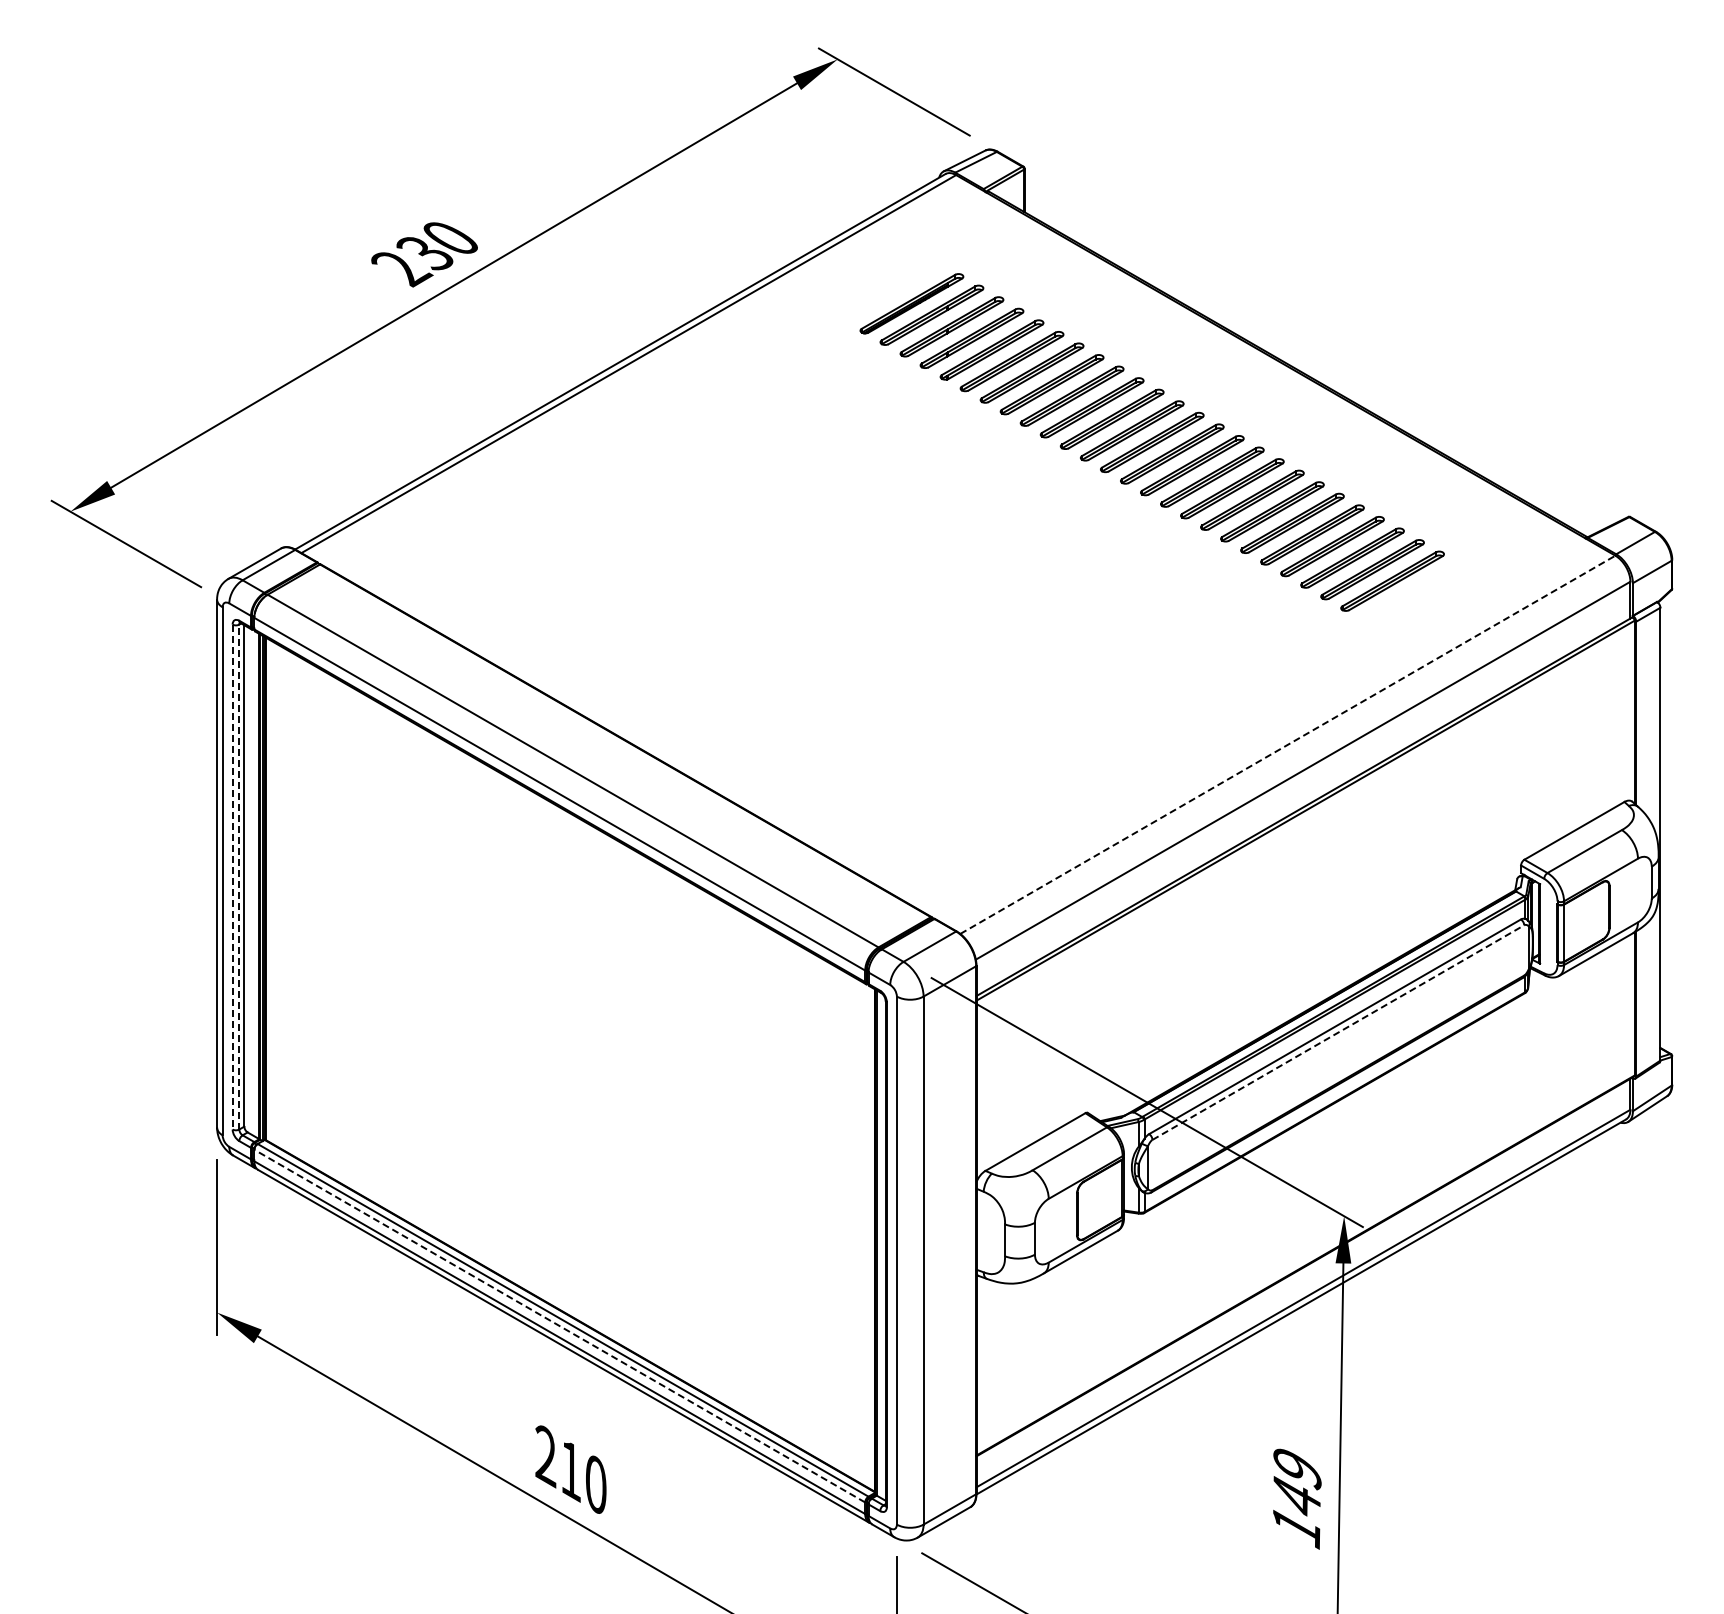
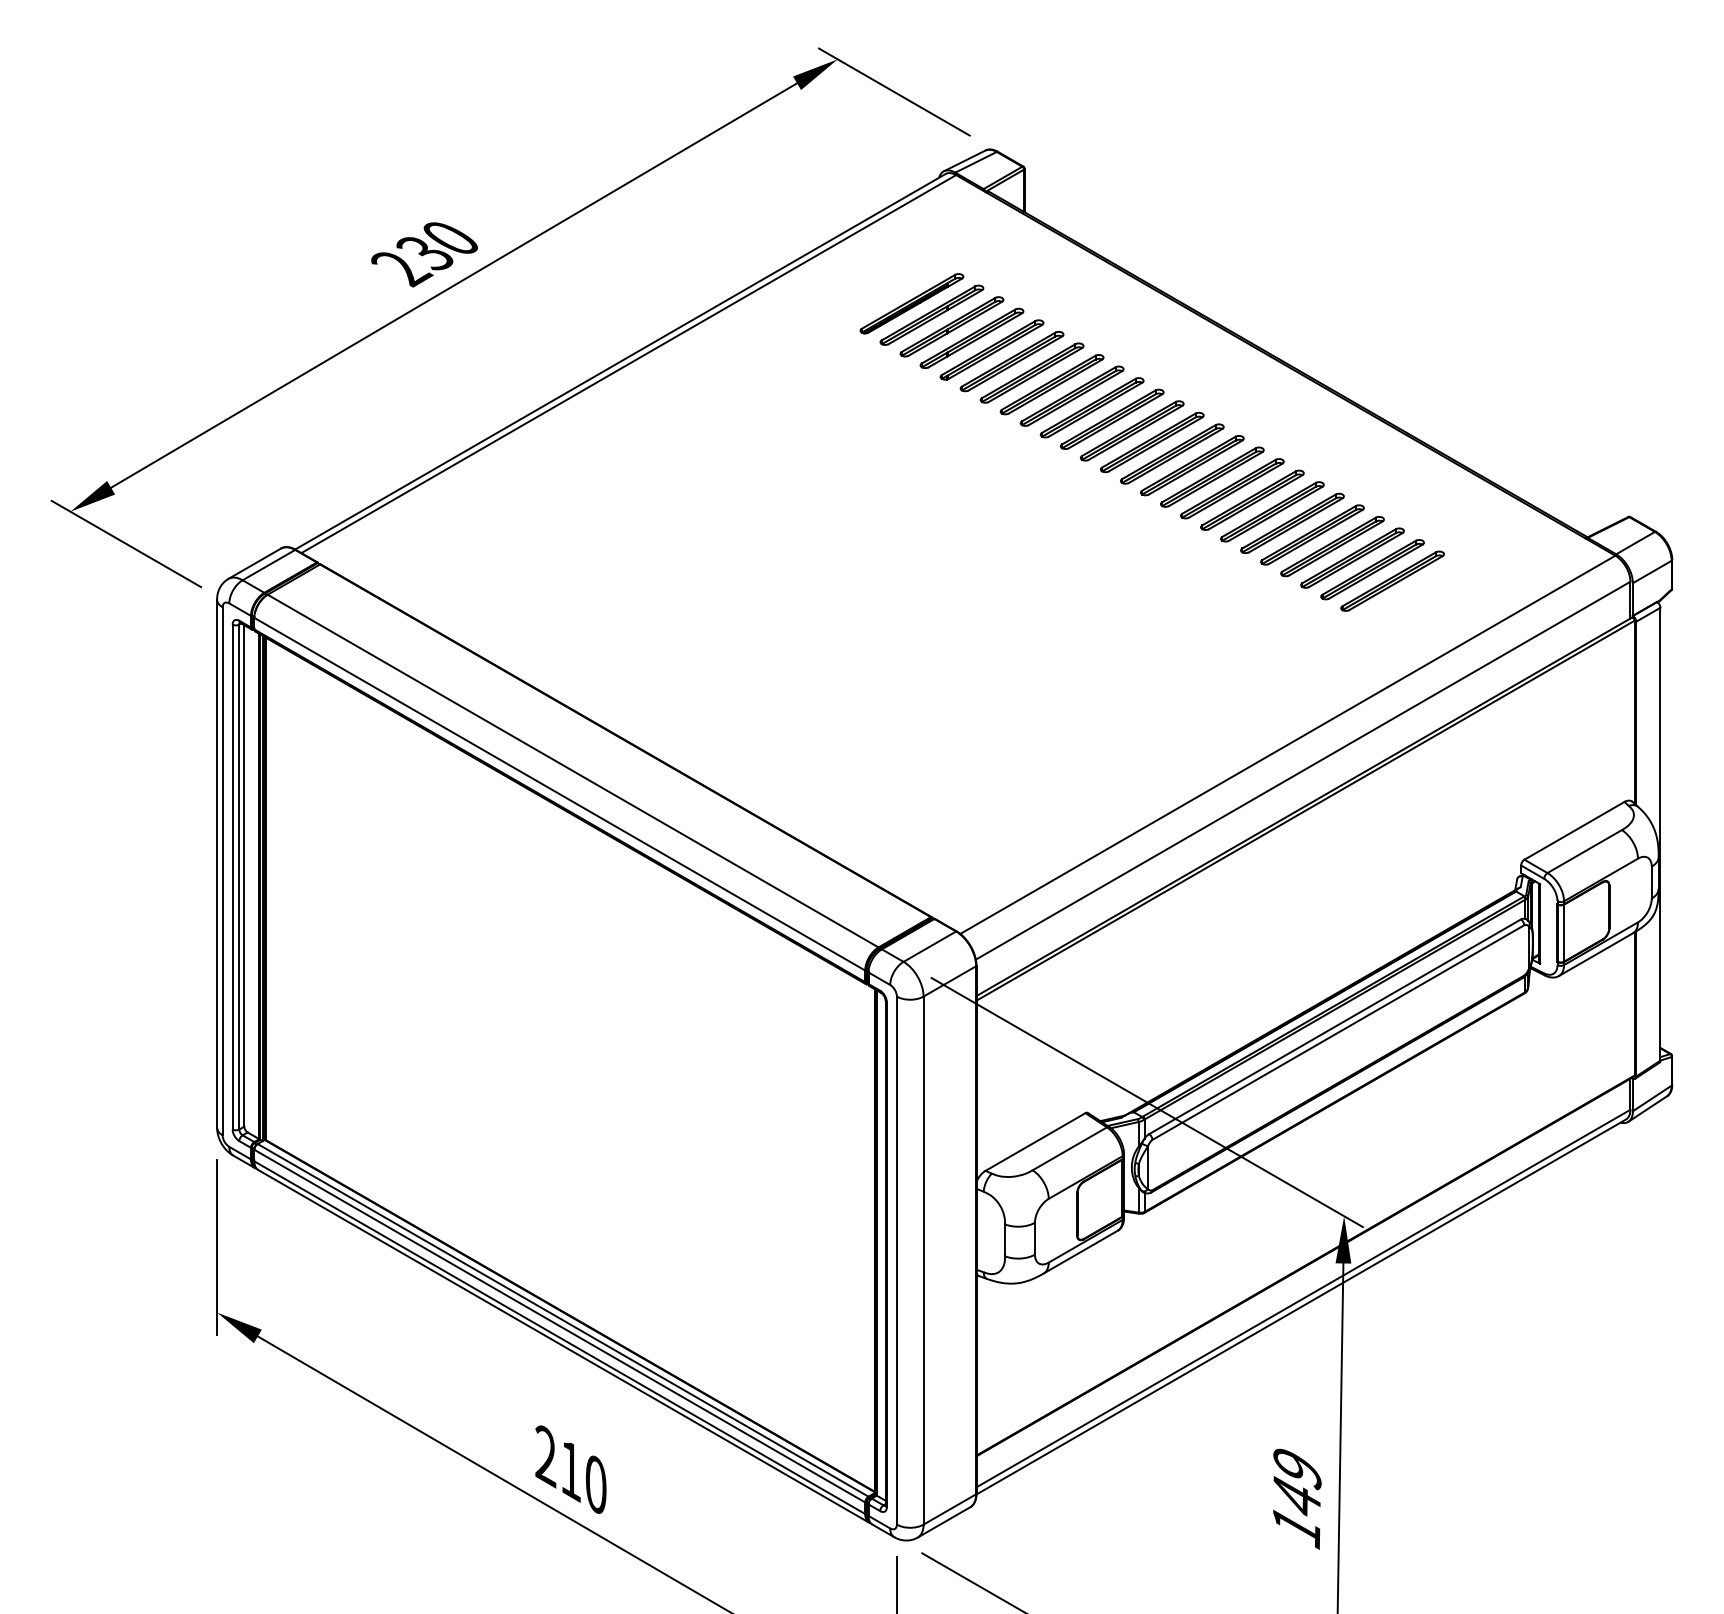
line at (1288, 744): dashed -> solid
line at (239, 876): dashed -> solid
line at (232, 877): dashed -> solid
line at (1338, 1032): dashed -> solid
line at (559, 1326): dashed -> solid
